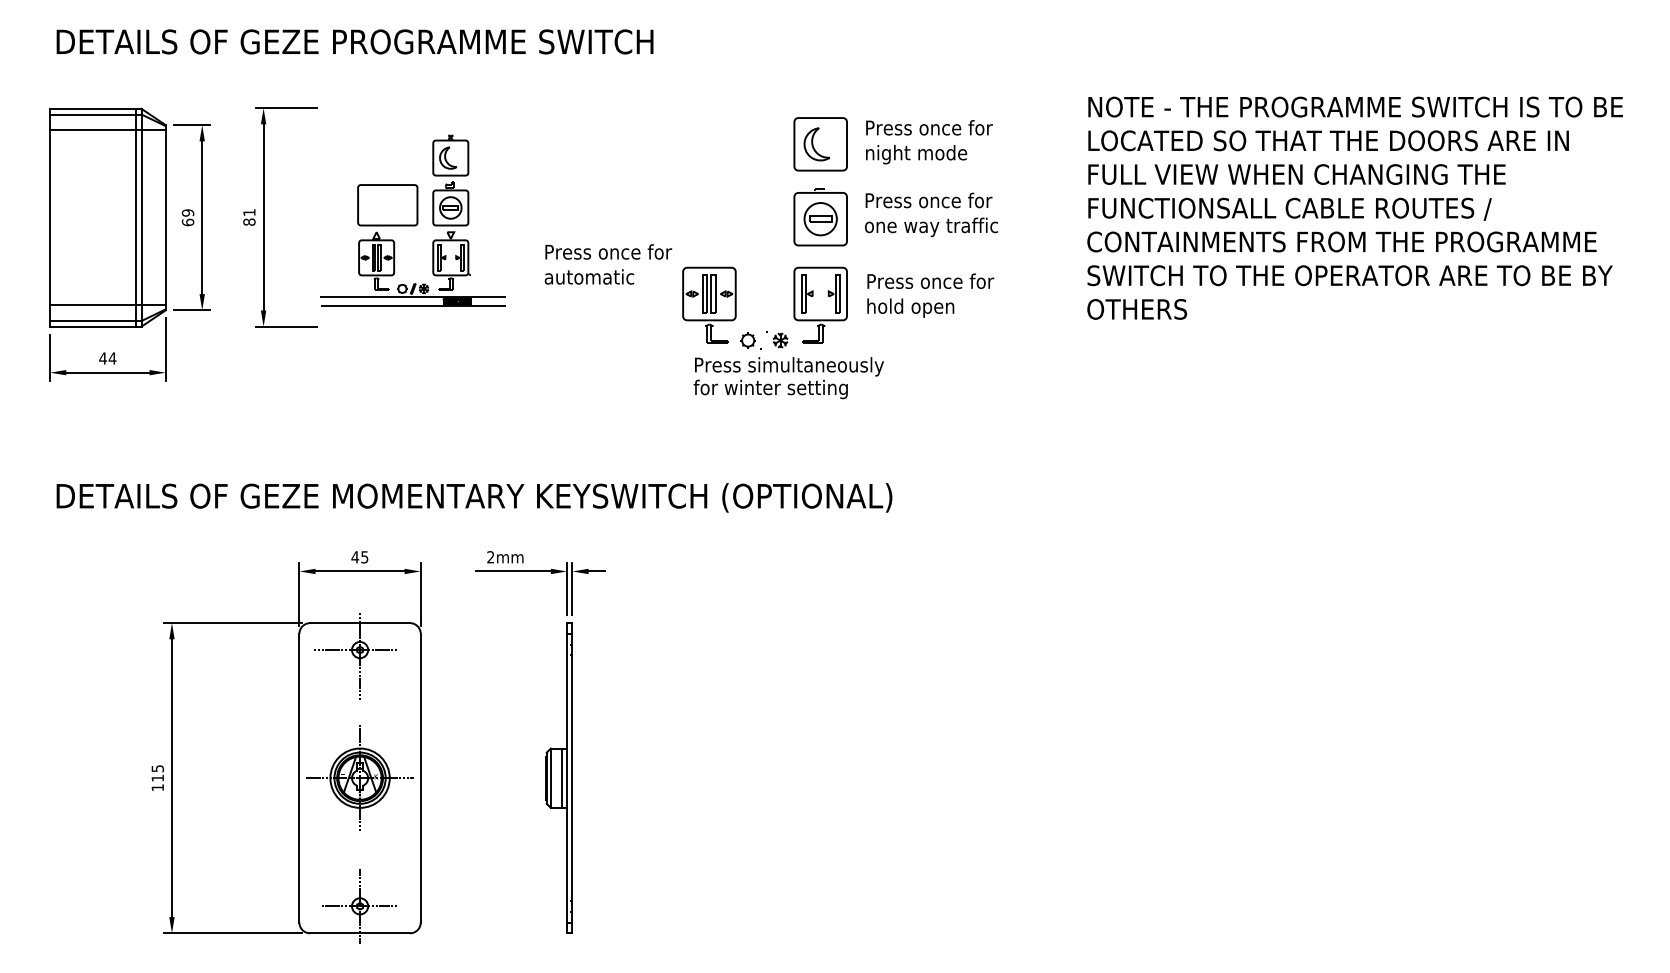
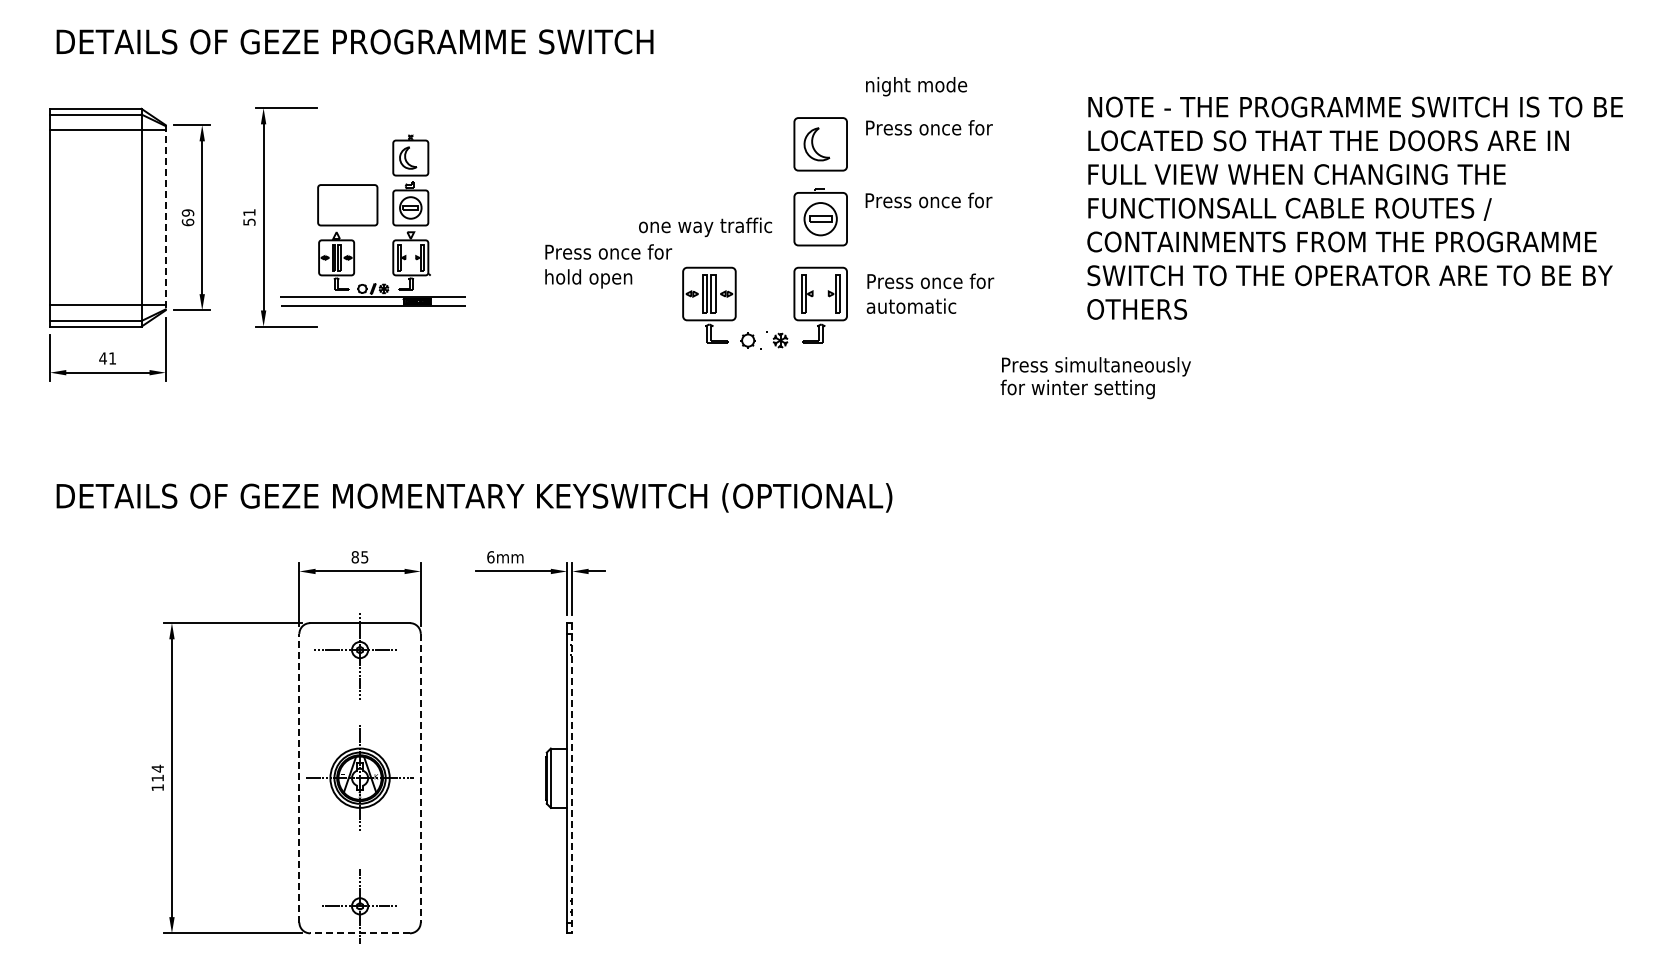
text at (916, 154) position: (916, 154) -> (916, 86)
line at (136, 217): present -> none
line at (165, 217): solid -> dashed
part at (412, 220) position: (412, 220) -> (372, 220)
text at (249, 221): 81 -> 51
text at (931, 227) position: (931, 227) -> (705, 227)
text at (589, 278): automatic -> hold open
text at (911, 307): hold open -> automatic
text at (112, 358): 44 -> 41
text at (788, 378) position: (788, 378) -> (1095, 378)
text at (355, 557): 45 -> 85
text at (490, 557): 2mm -> 6mm
text at (157, 768): 115 -> 114
line at (299, 777): solid -> dashed
line at (561, 777): present -> none
line at (420, 778): solid -> dashed
line at (572, 778): solid -> dashed
line at (360, 933): solid -> dashed
